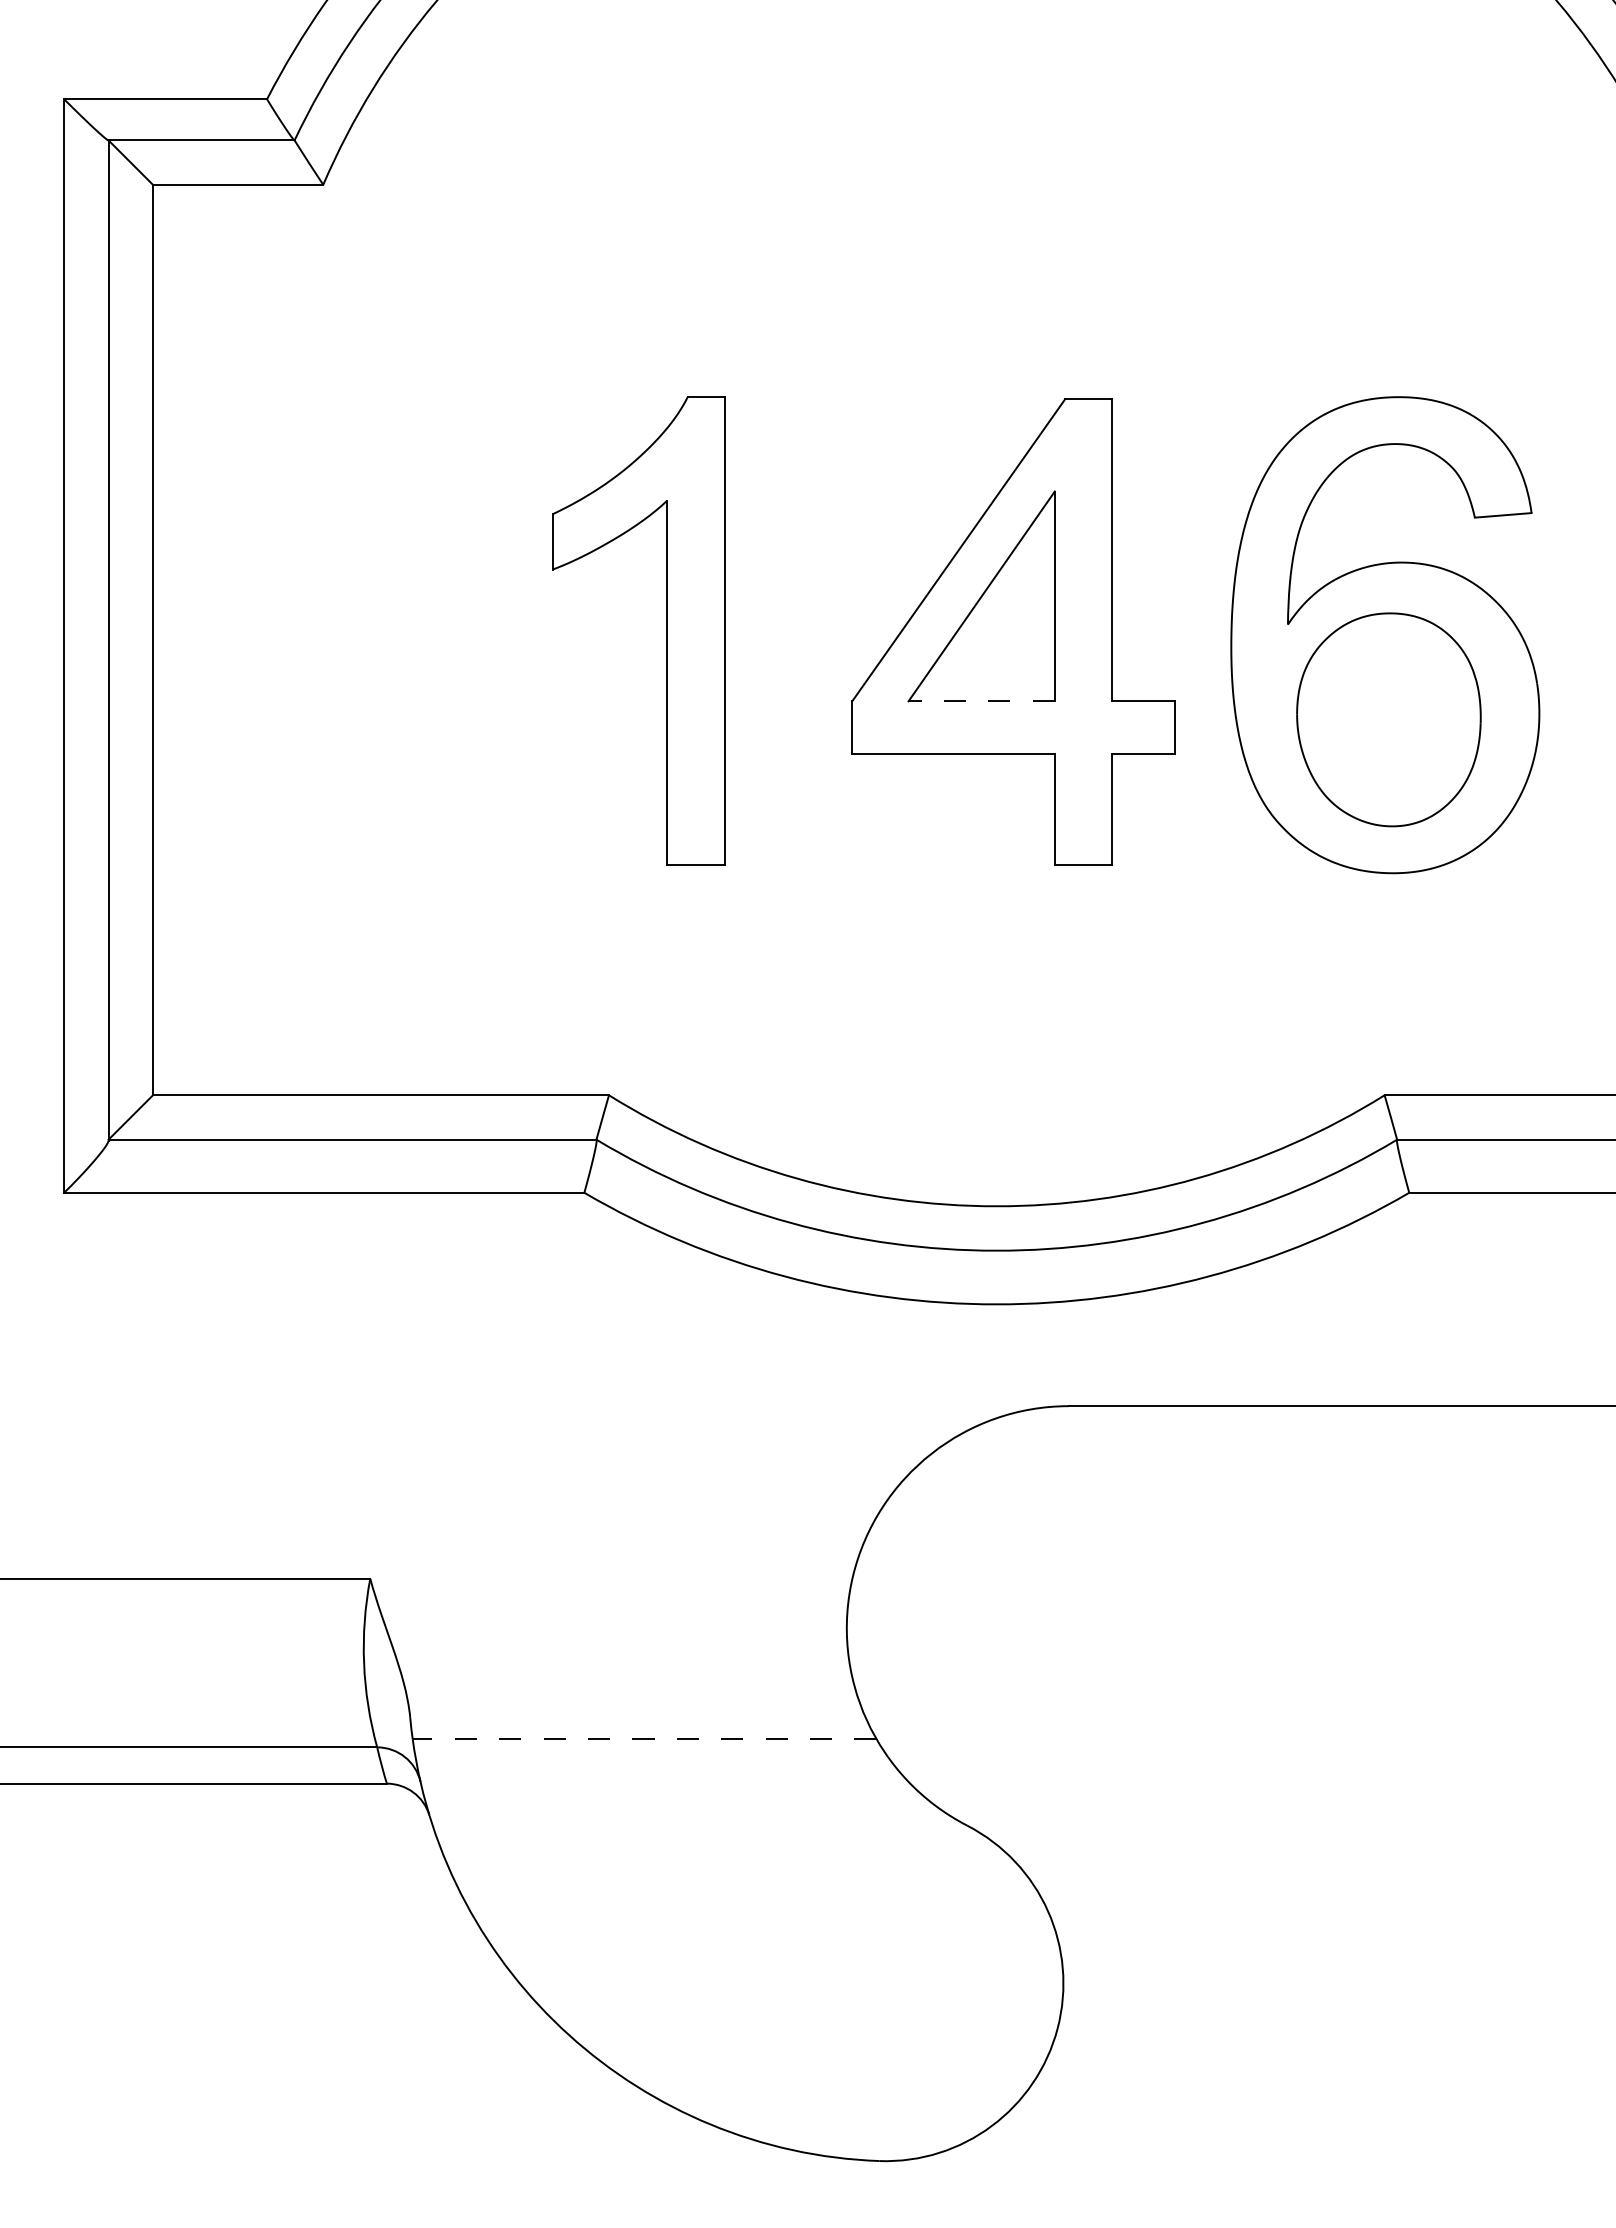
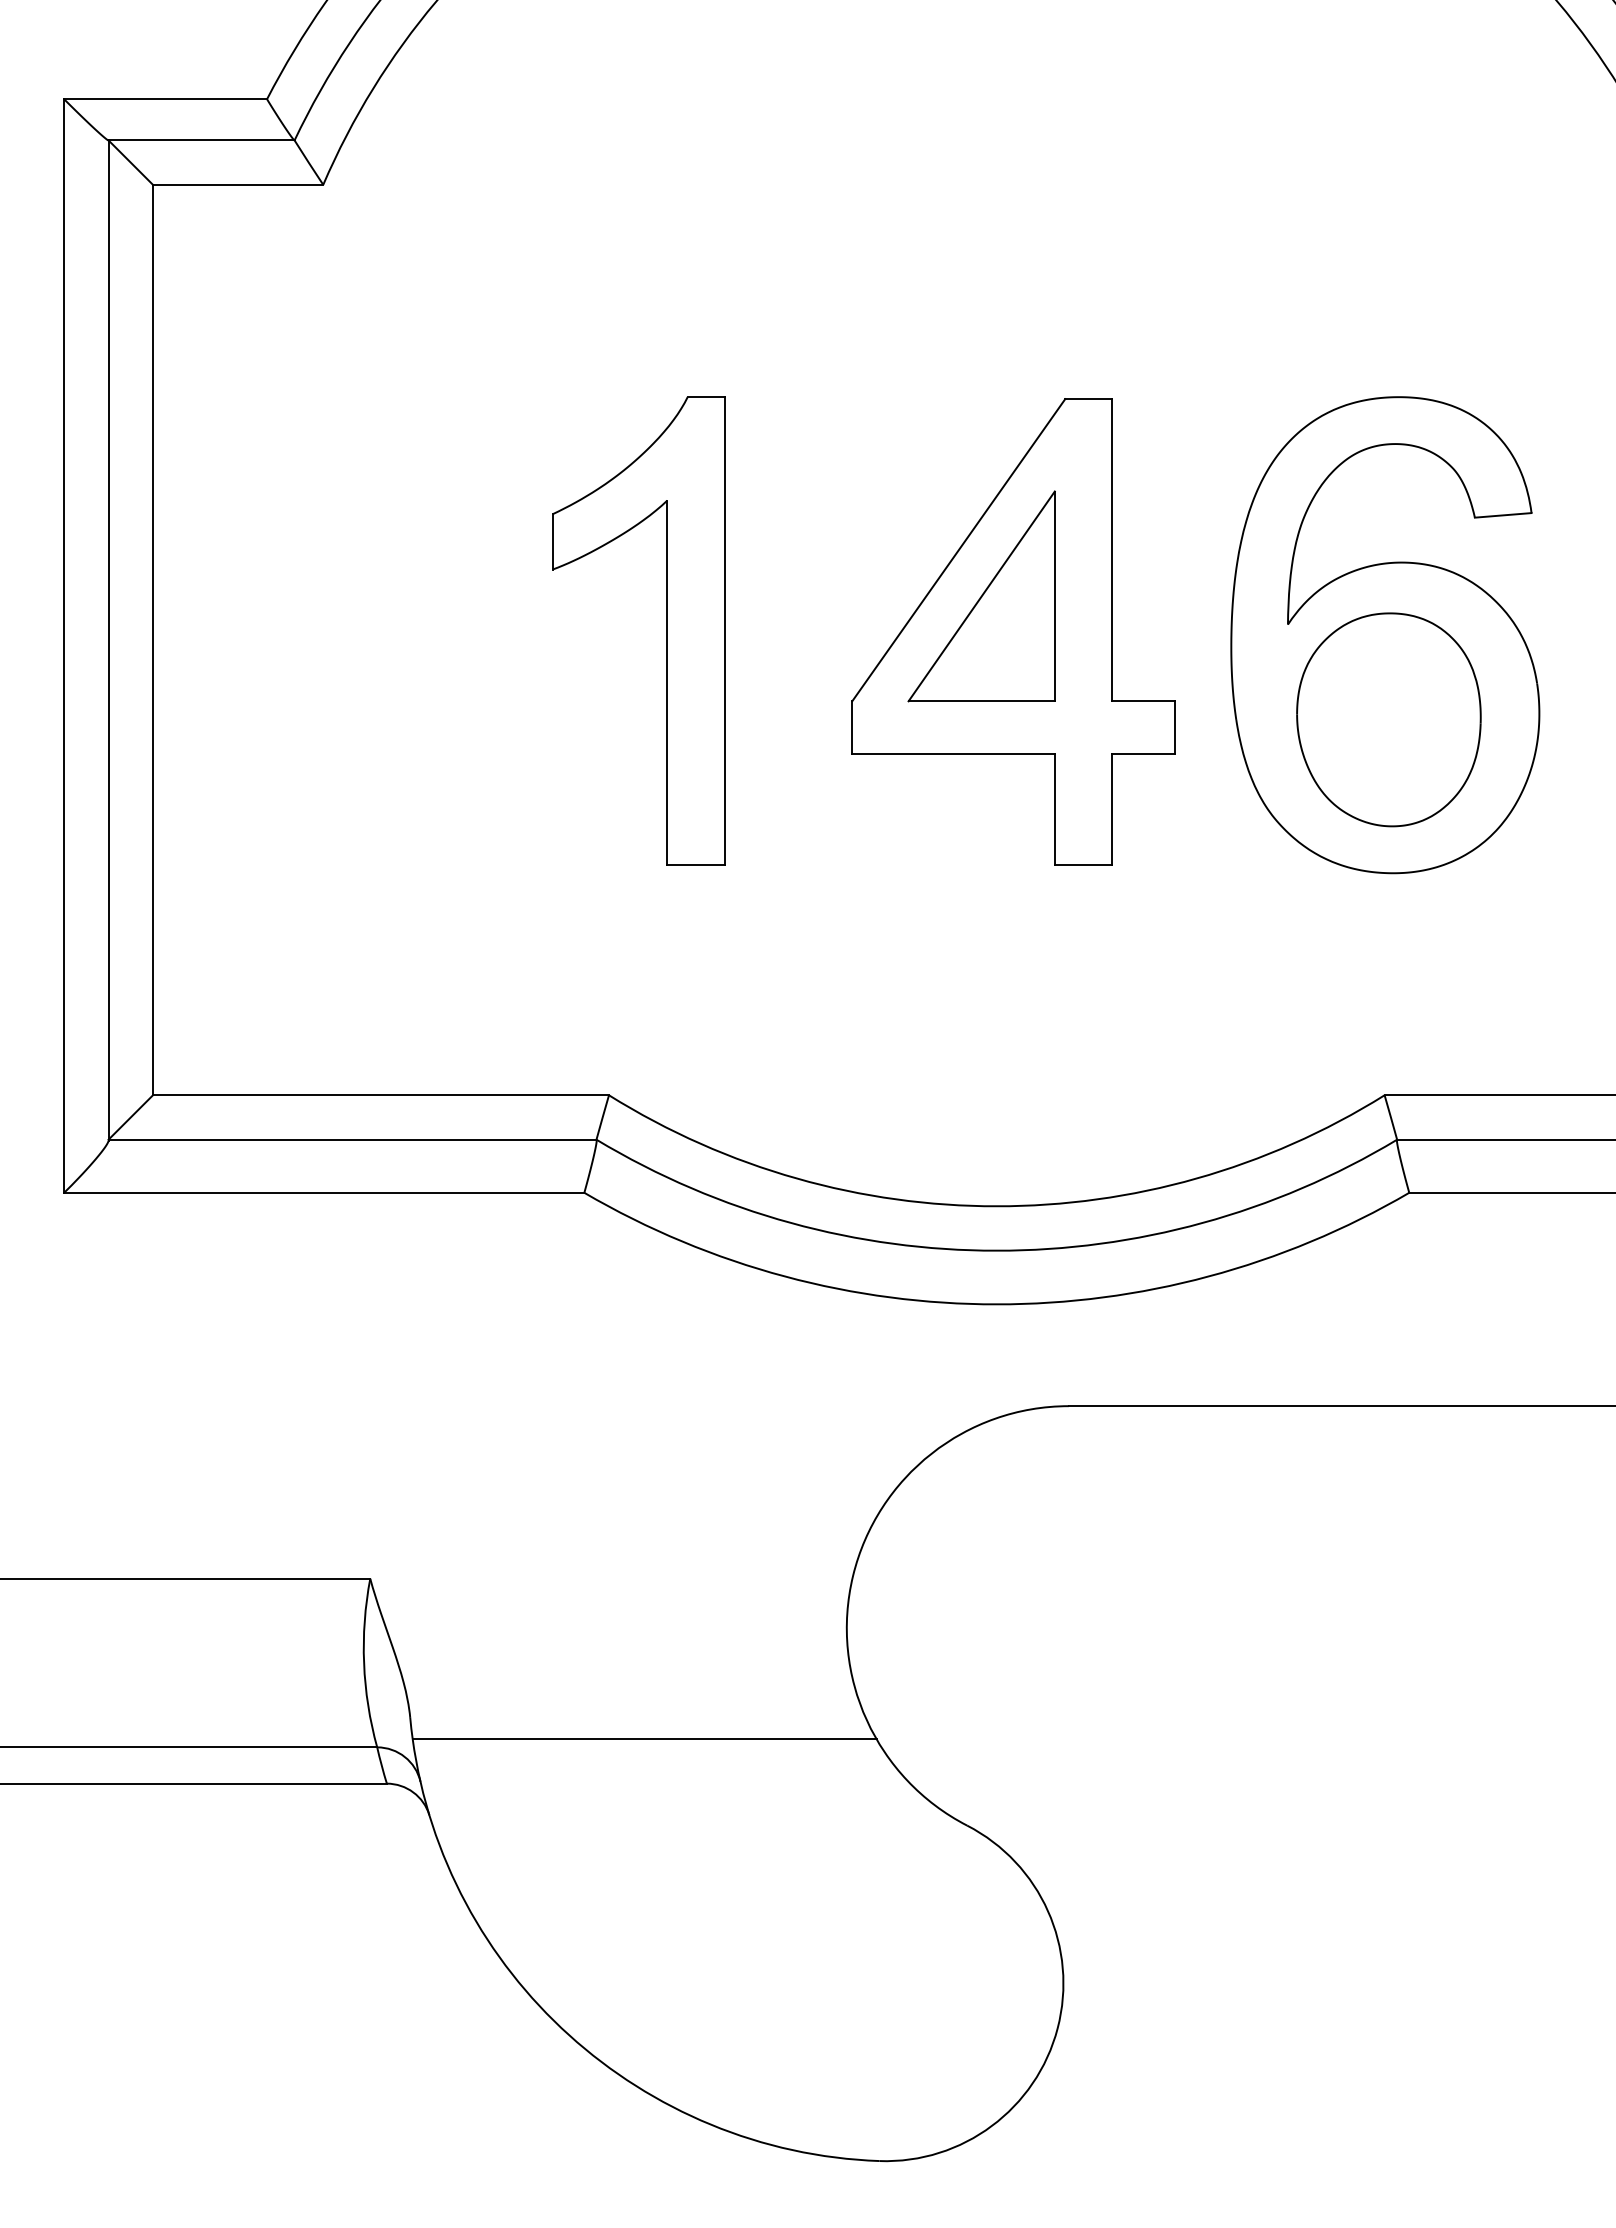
line at (981, 701): dashed -> solid
line at (644, 1739): dashed -> solid
